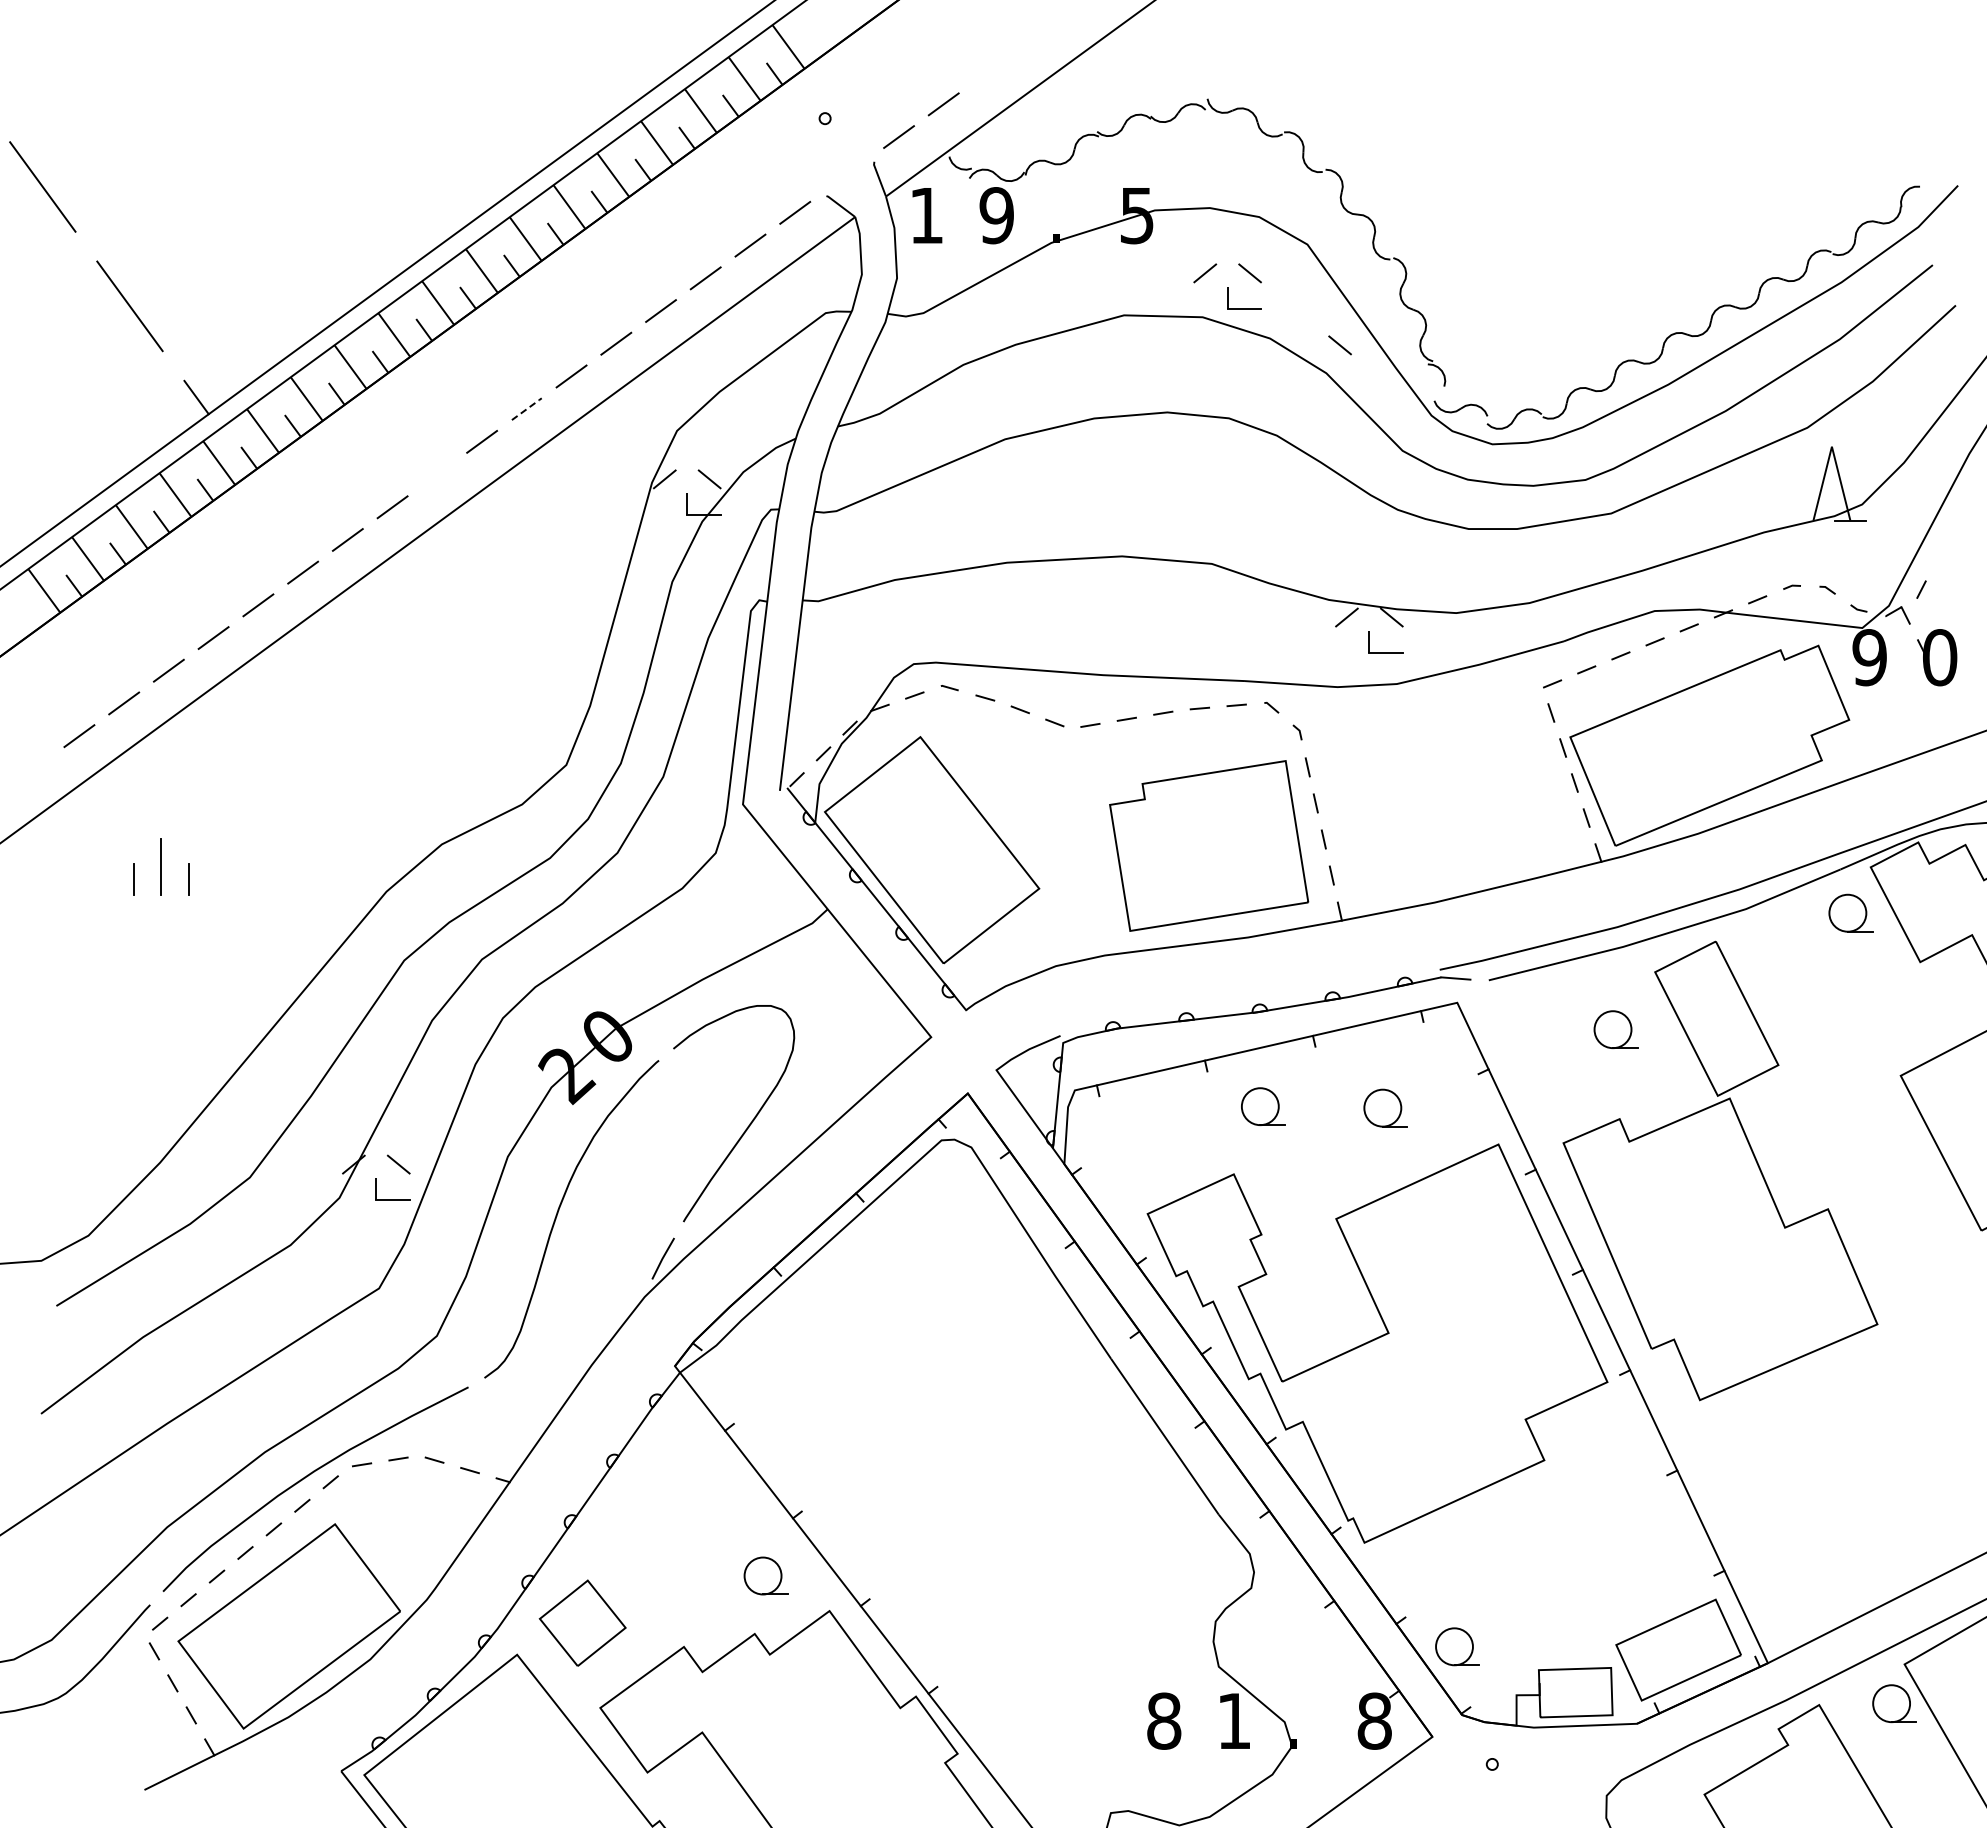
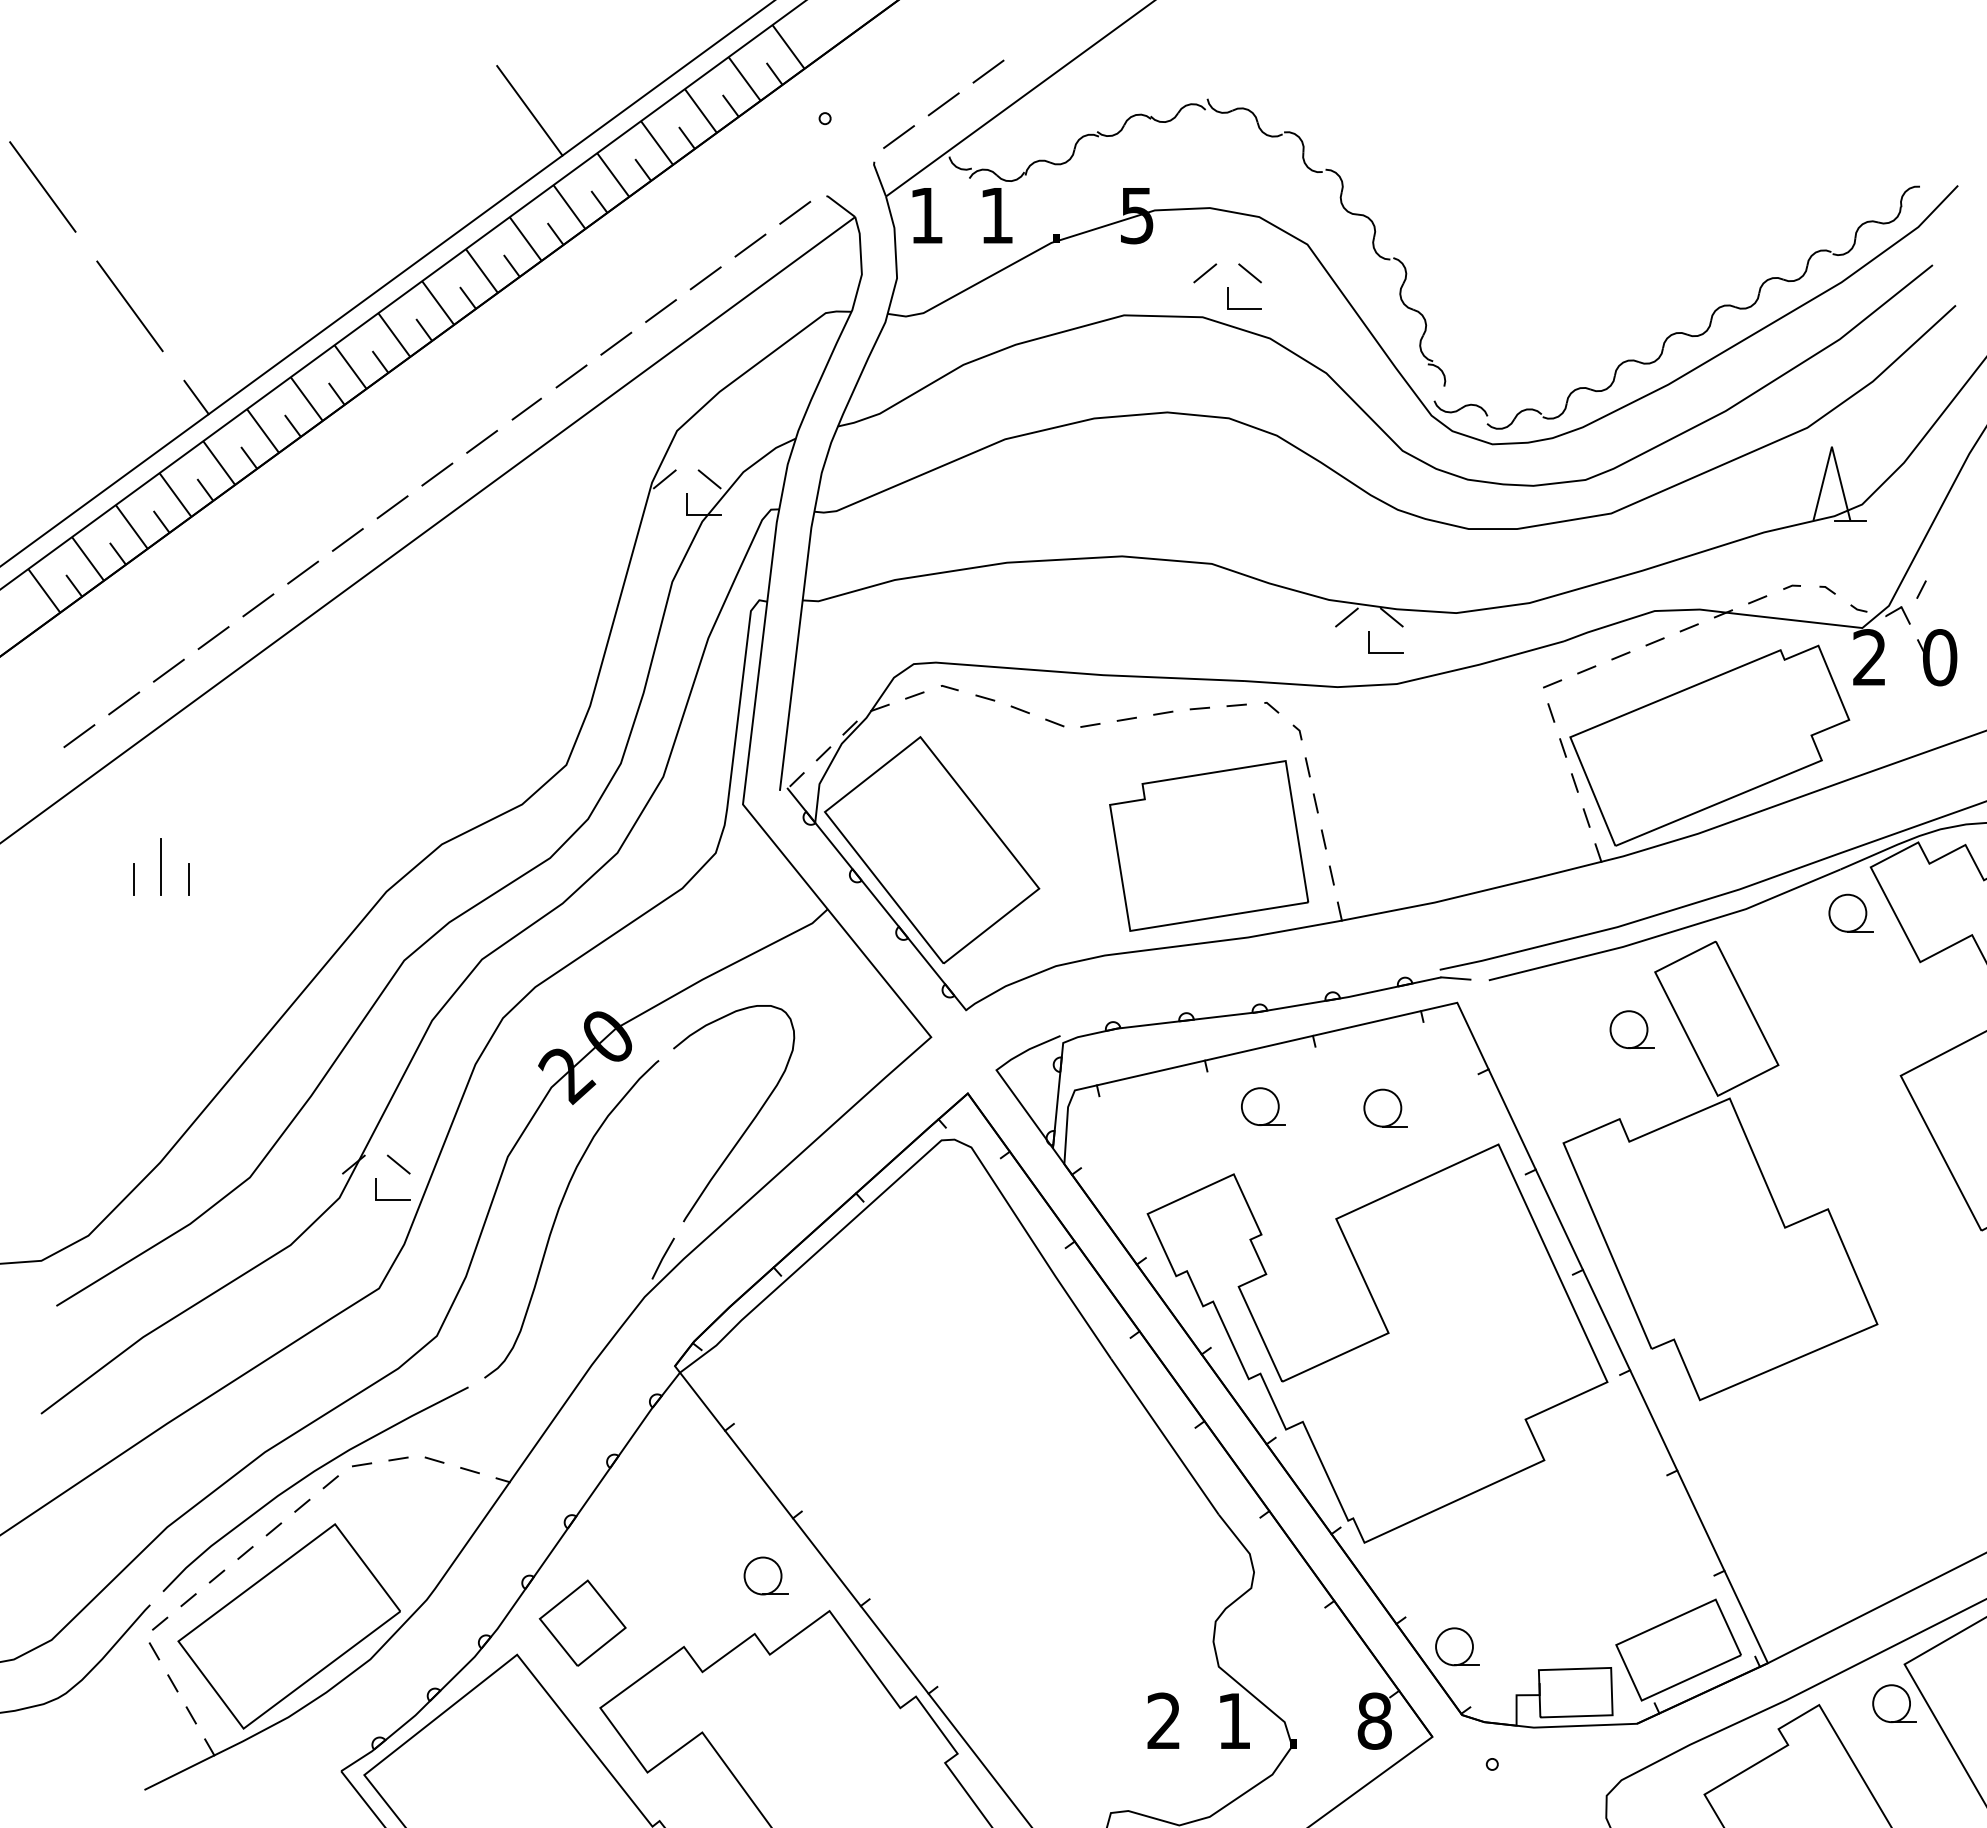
line at (988, 71): none -> present
line at (529, 110): none -> present
text at (996, 215): 9 -> 1
line at (1339, 345): present -> none
line at (527, 408): dashed -> solid
line at (437, 474): none -> present
text at (1869, 657): 9 -> 2
part at (1615, 1029) position: (1615, 1029) -> (1631, 1029)
text at (1164, 1720): 8 -> 2
